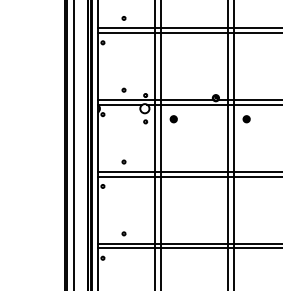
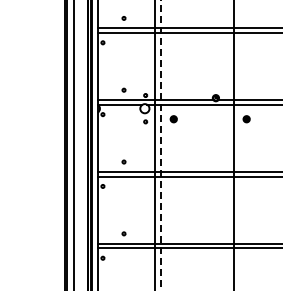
line at (228, 144): present -> none
line at (161, 145): solid -> dashed
